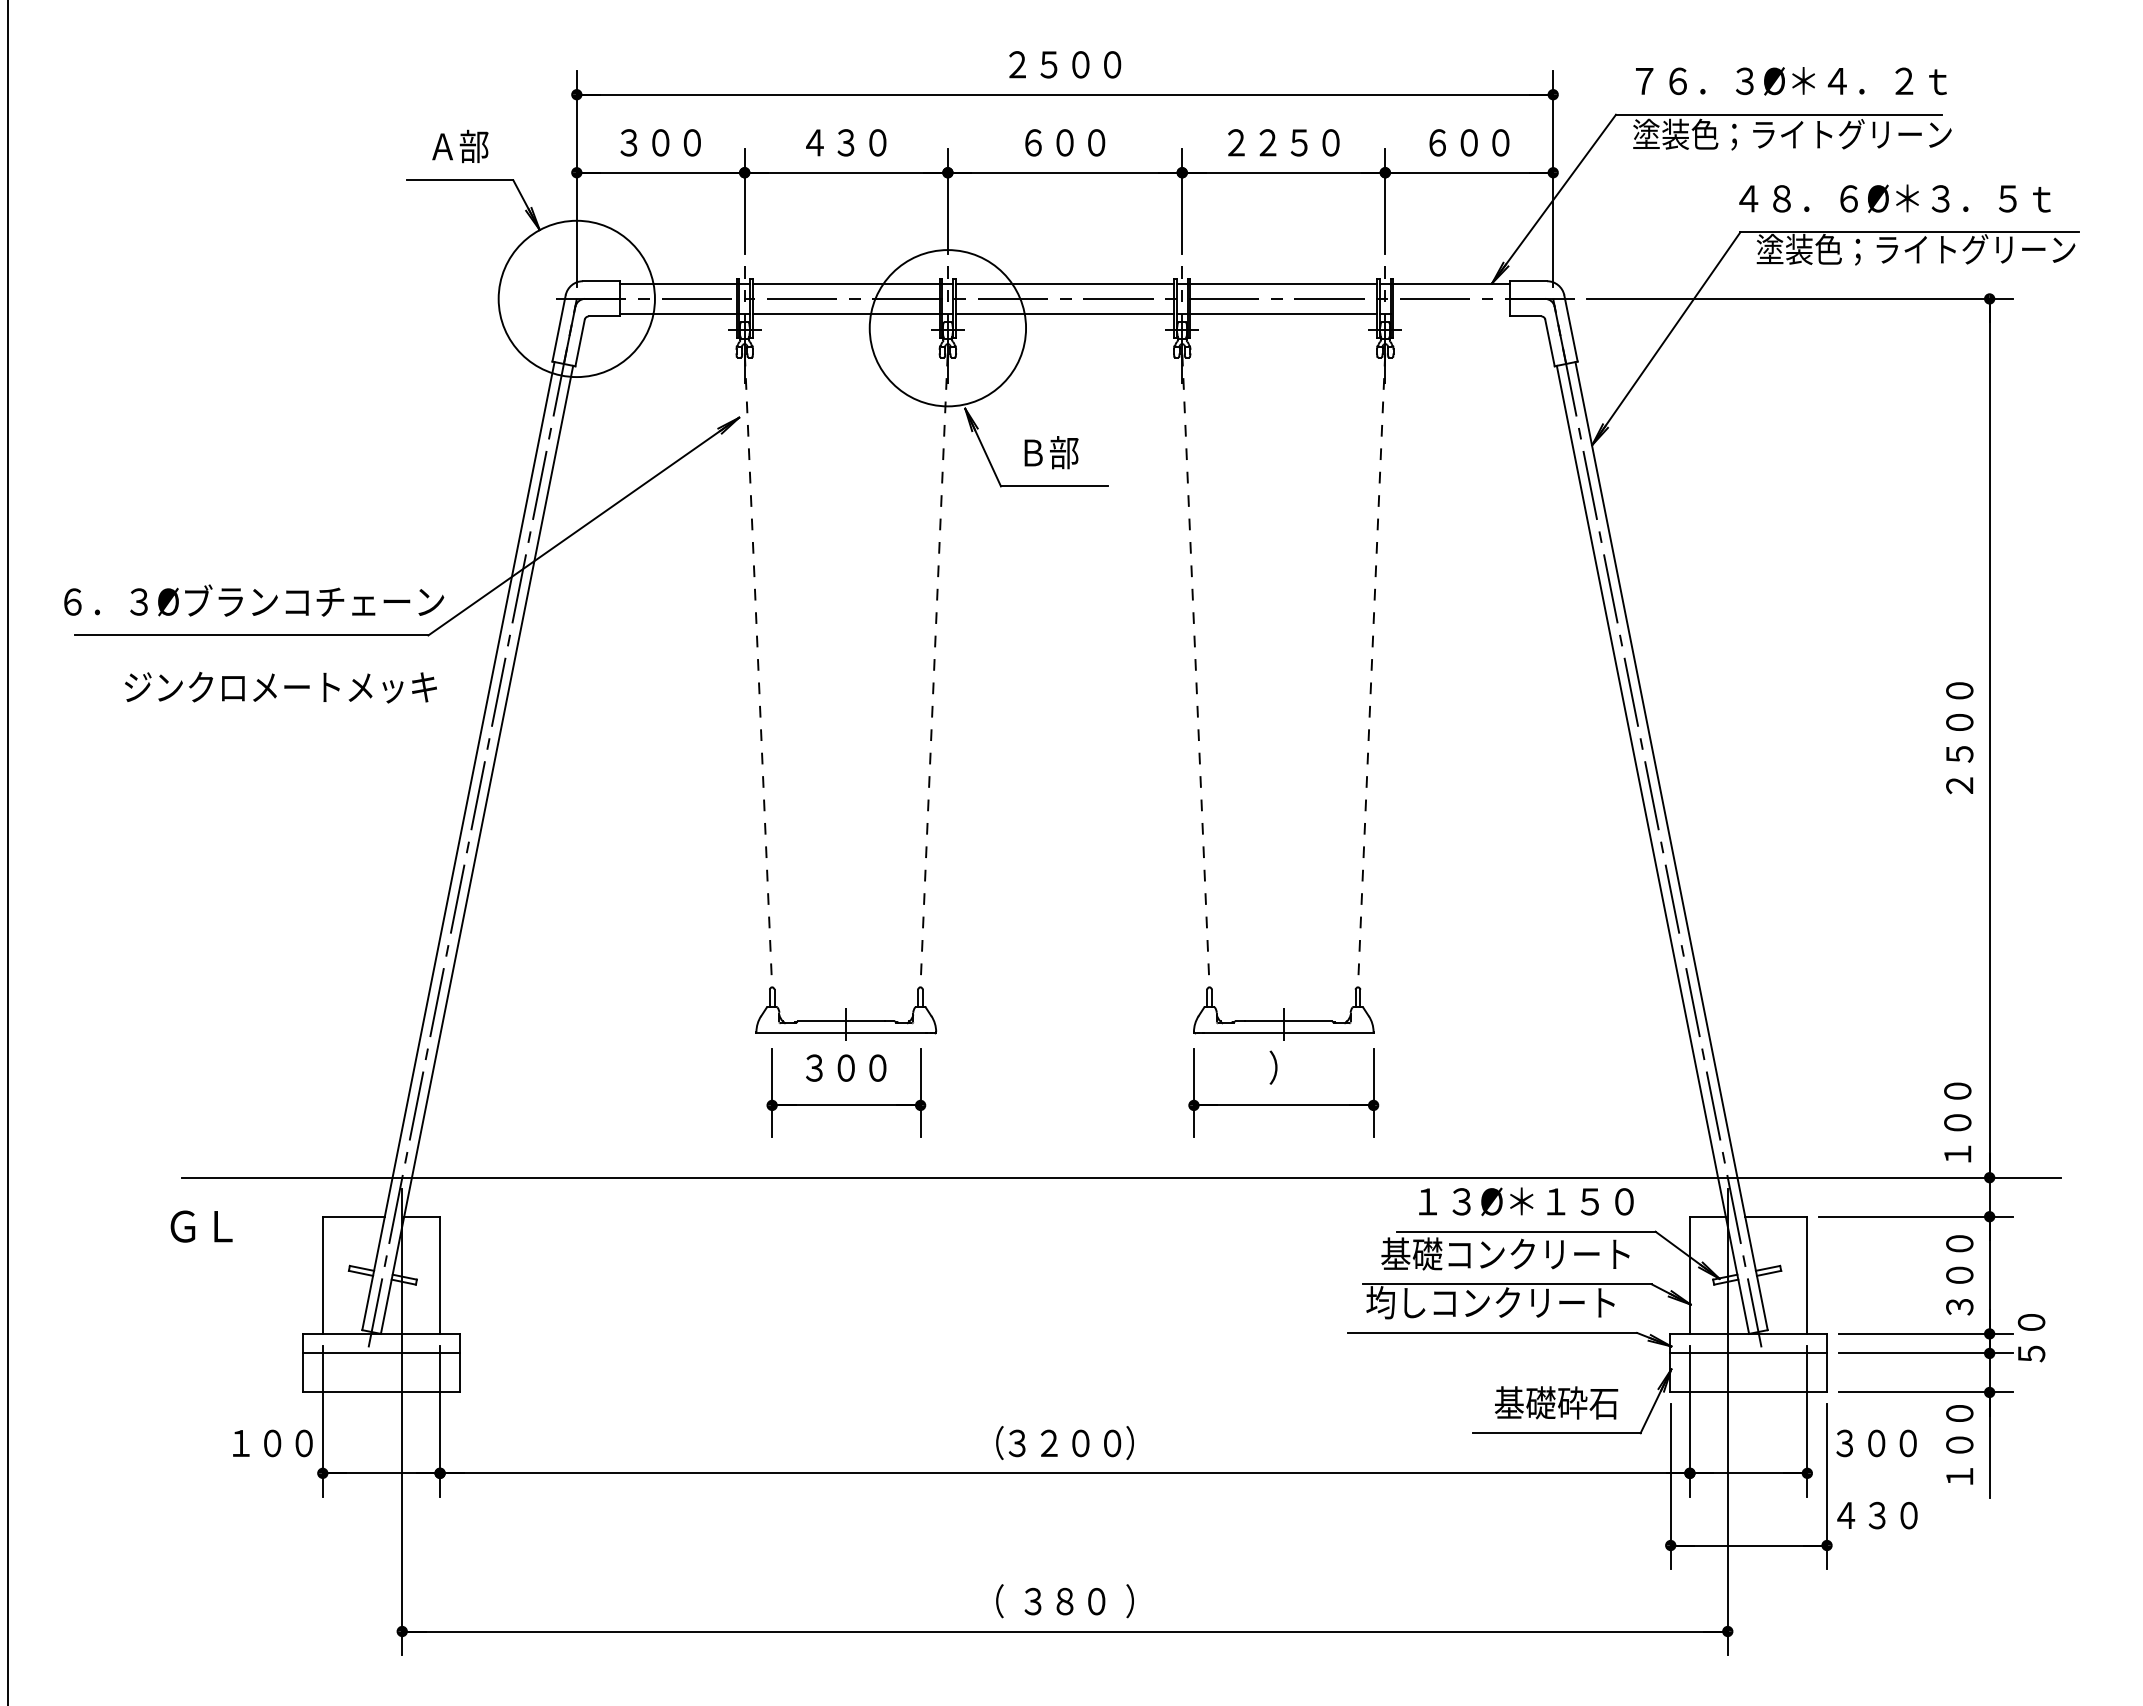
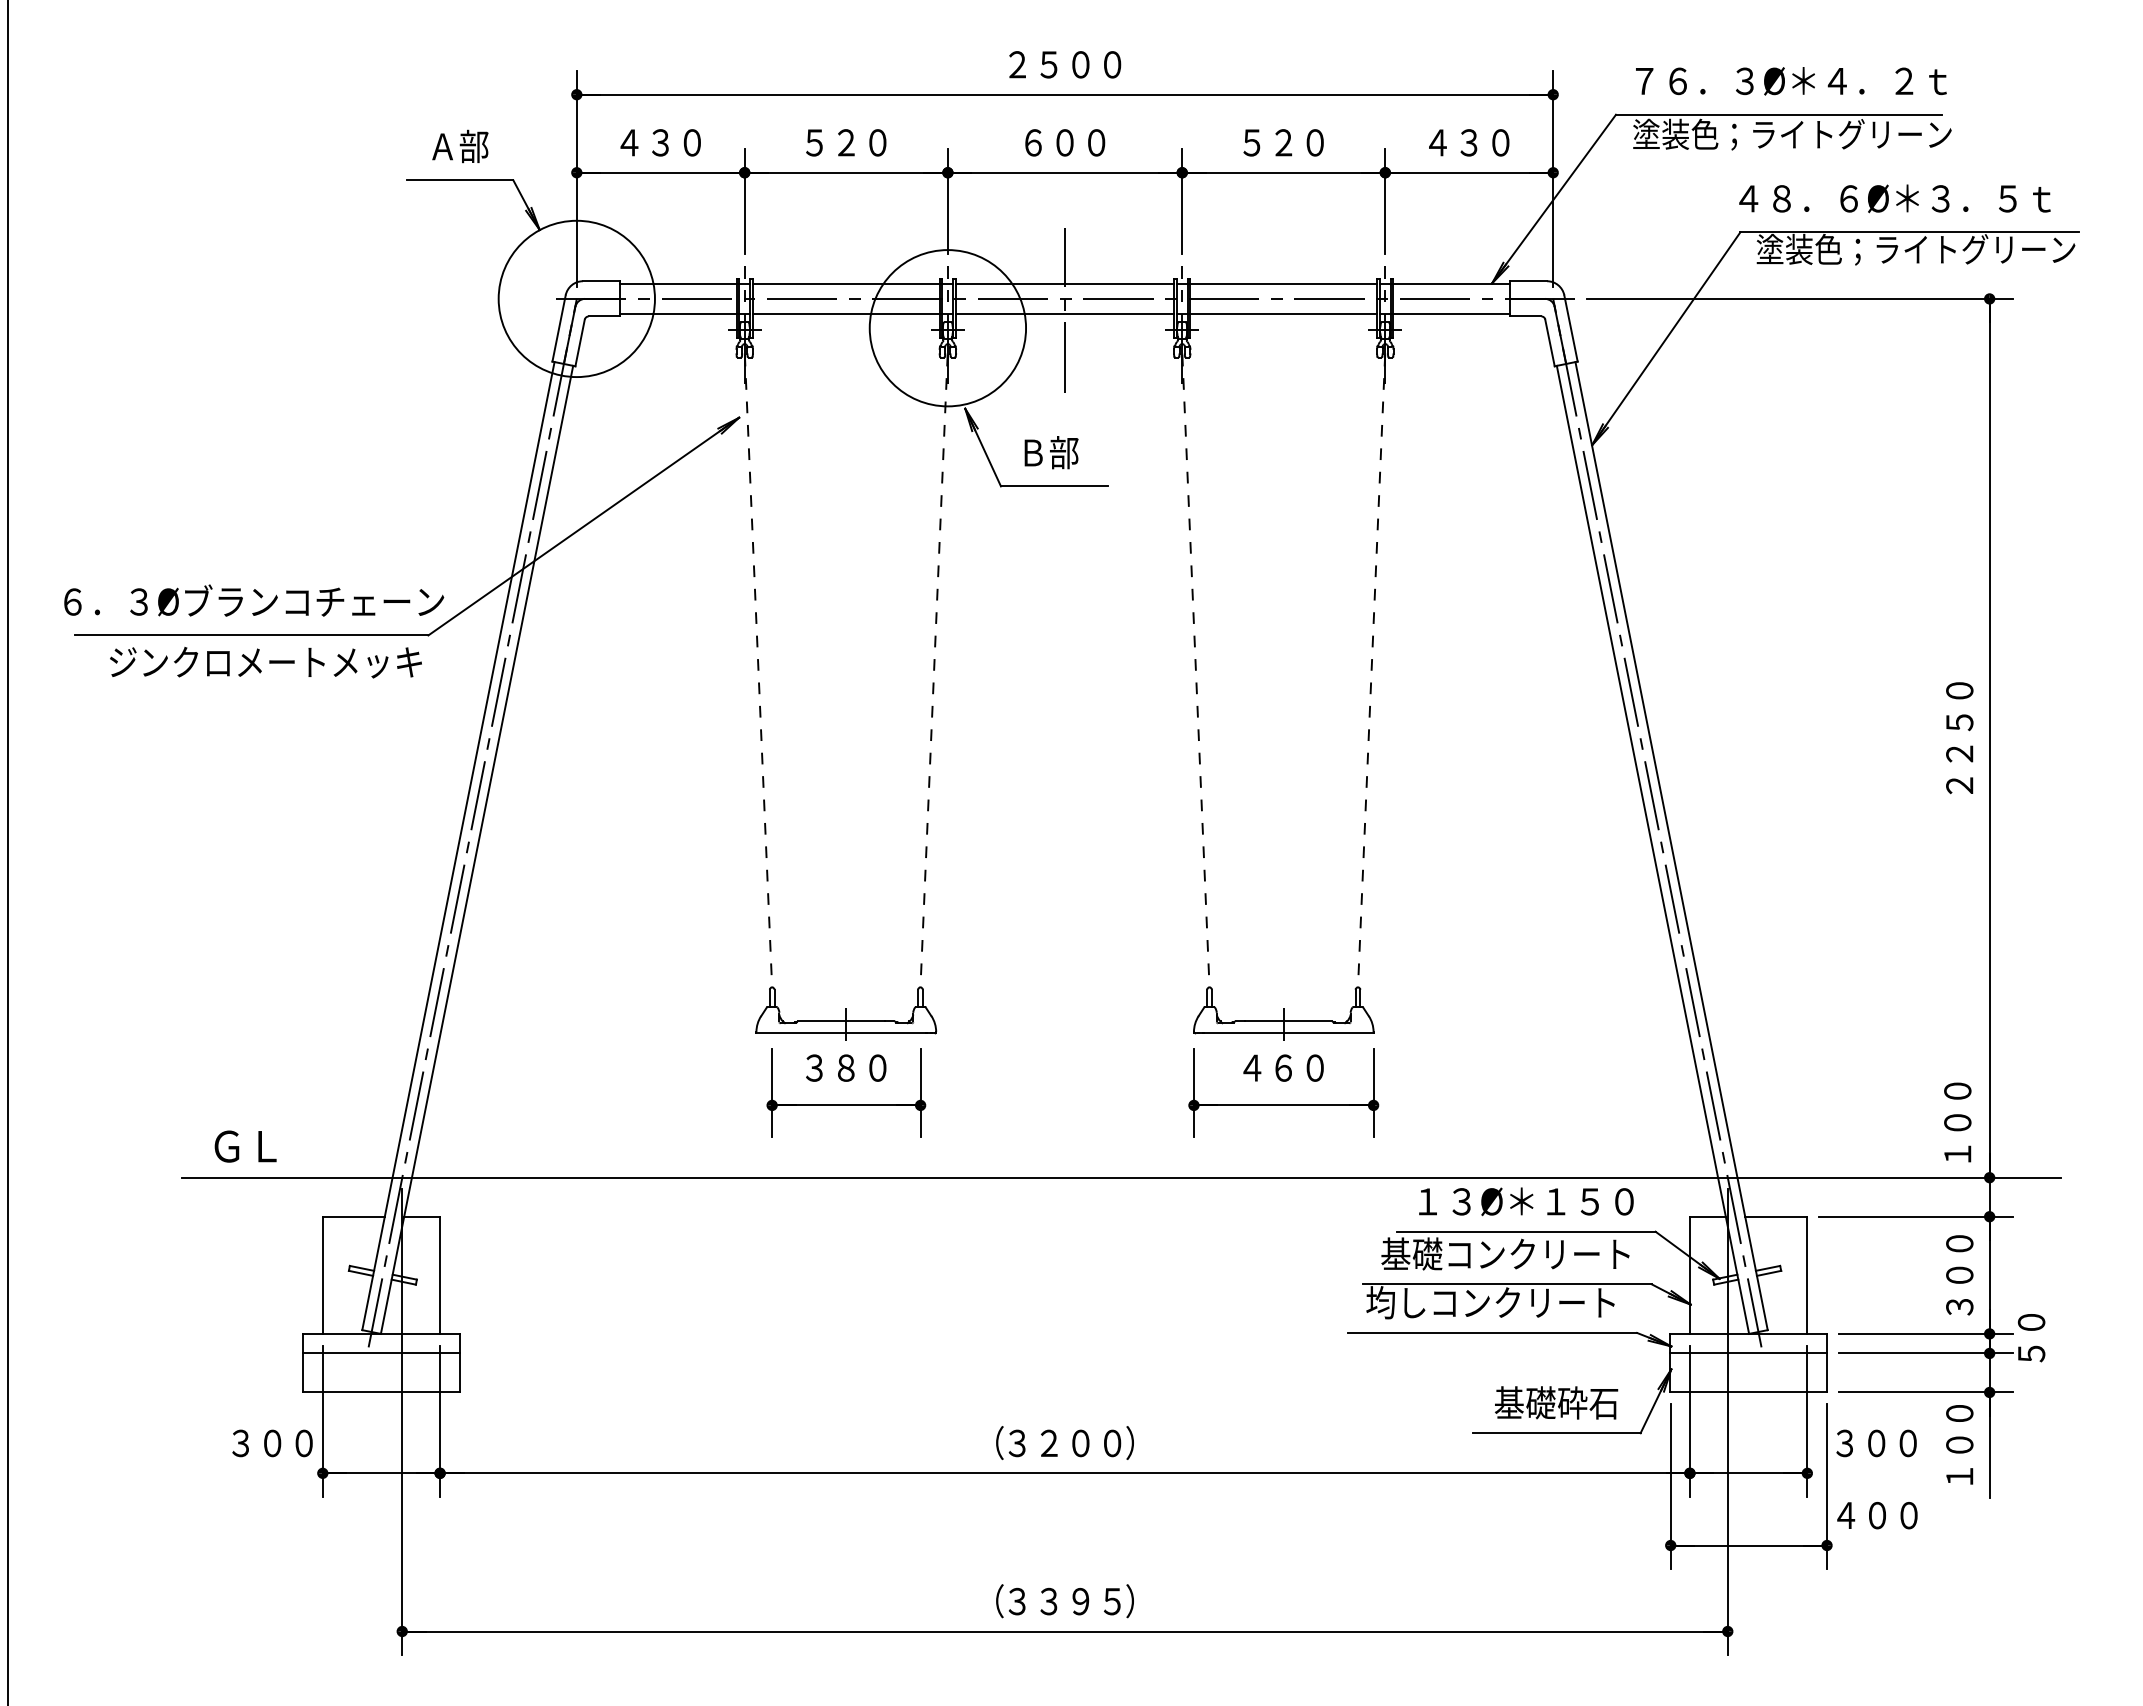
text at (644, 142): ３００ -> ４３０
text at (830, 142): ４３０ -> ５２０
text at (1283, 142): ２２５０ -> ５２０
text at (1453, 142): ６００ -> ４３０
line at (1065, 309): none -> present
line at (1451, 313): none -> present
text at (280, 687) position: (280, 687) -> (265, 662)
text at (1959, 738): ２５００ -> ２２５０
text at (845, 1067): ３００ -> ３８０
text at (1283, 1067): ） -> ４６０
text at (201, 1226) position: (201, 1226) -> (245, 1146)
text at (240, 1443): １００ -> ３００
text at (1876, 1515): ４３０ -> ４００
text at (1064, 1601): ３８０ -> ３３９５
